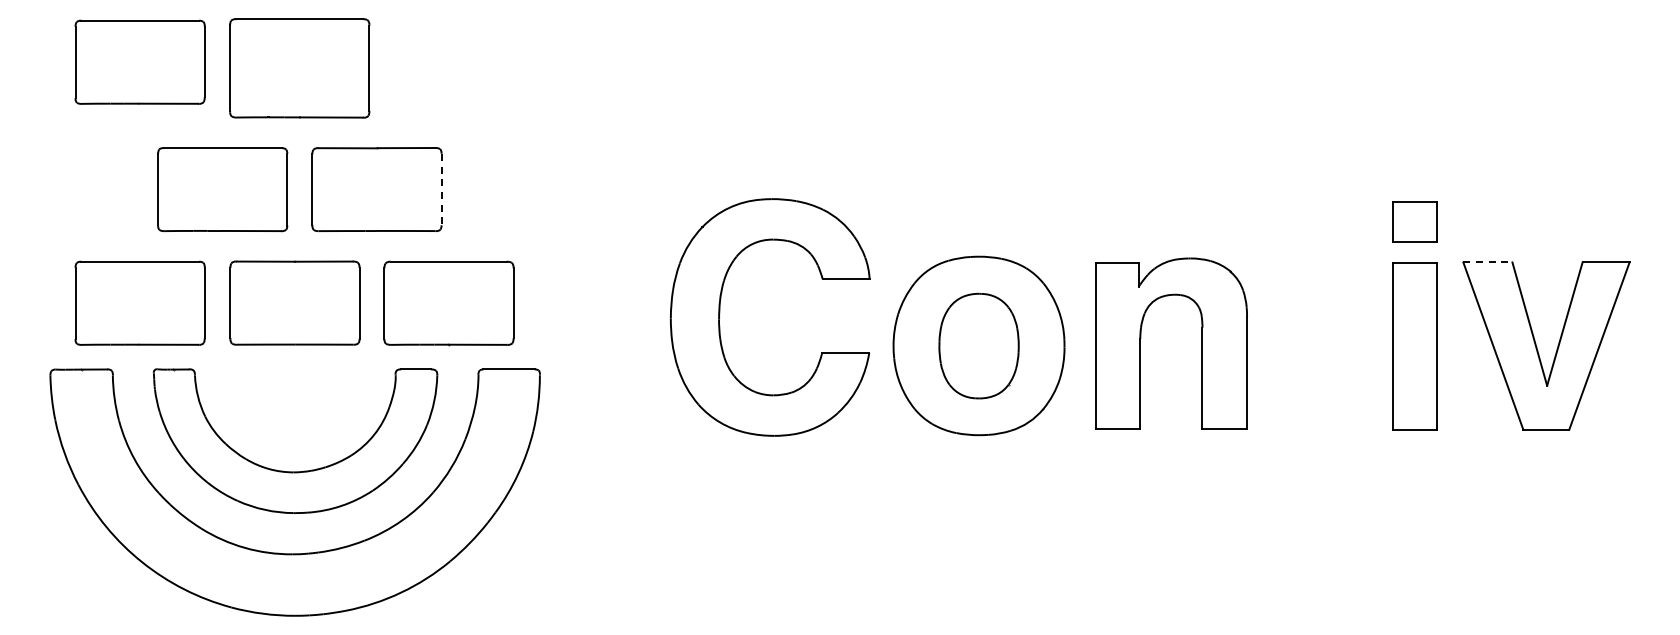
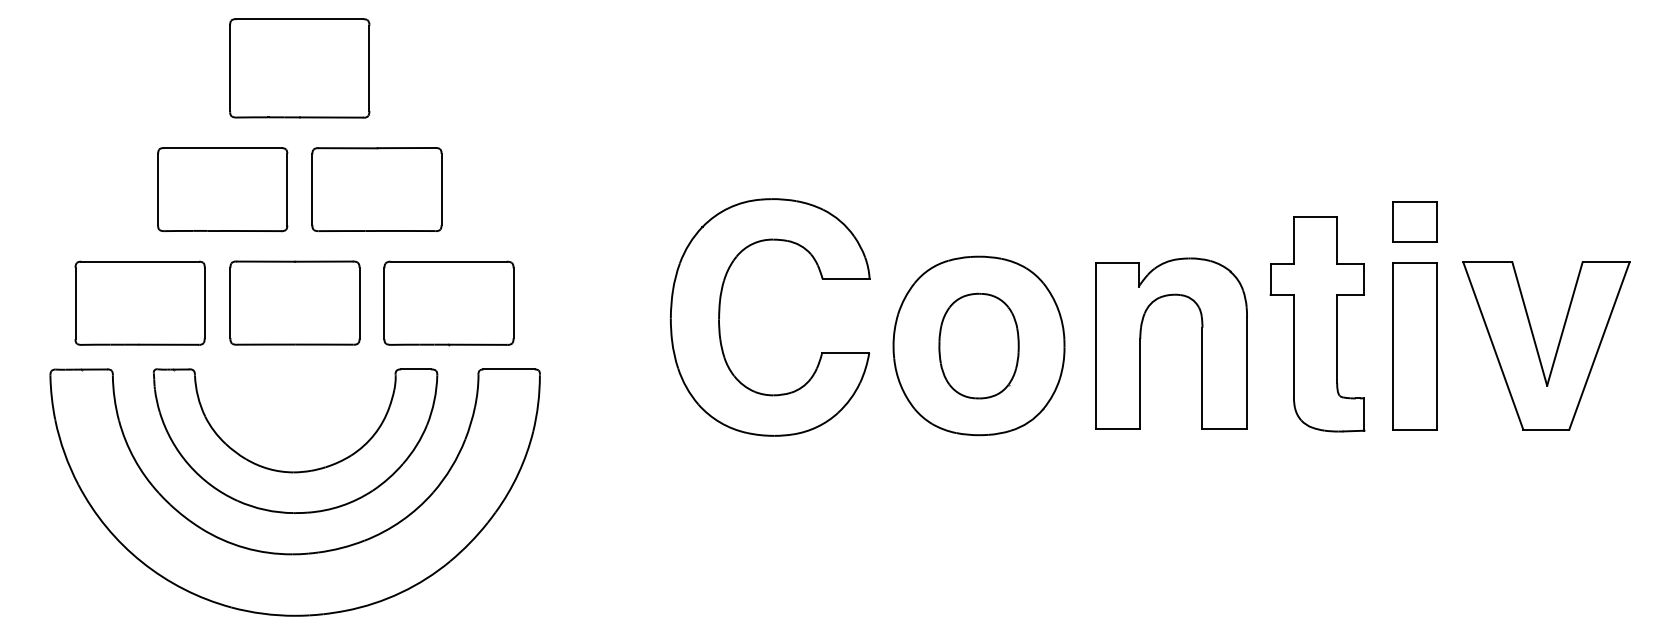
part at (139, 61): present -> none
line at (441, 189): dashed -> solid
line at (1487, 262): dashed -> solid
part at (1317, 324): none -> present
